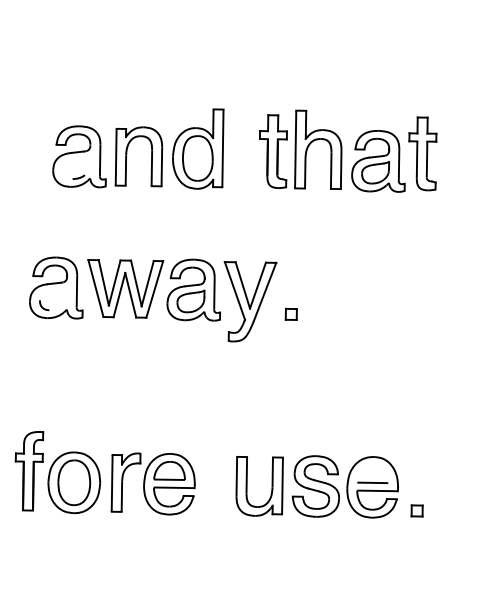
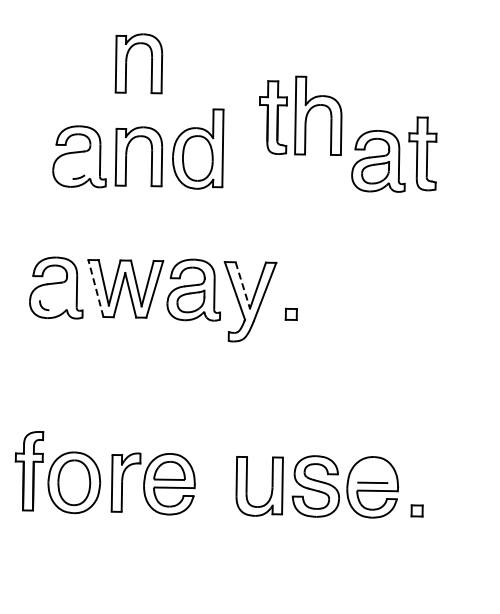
part at (127, 62): none -> present
part at (300, 149) position: (300, 149) -> (300, 115)
line at (242, 285): solid -> dashed
line at (95, 288): solid -> dashed
